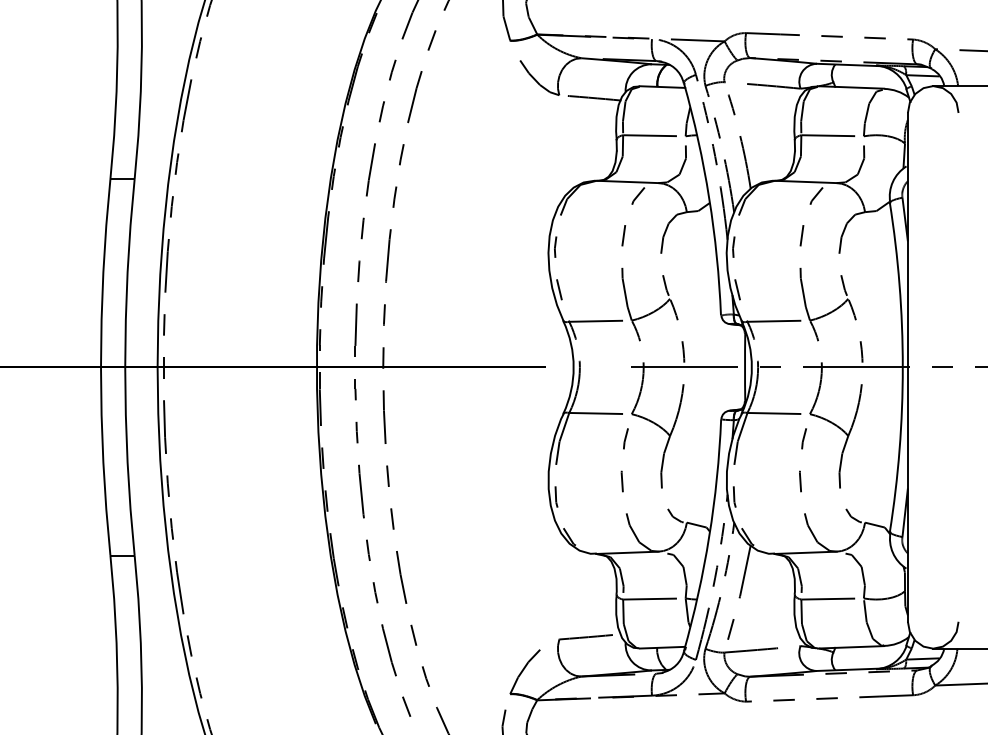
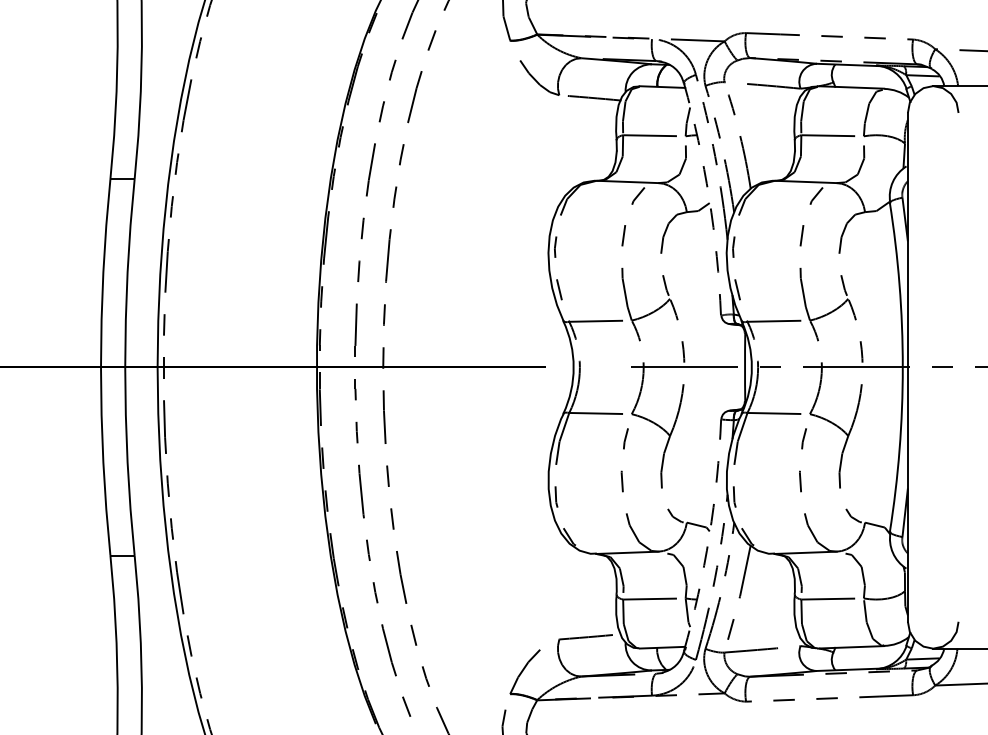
arc at (709, 198): solid -> dashed
arc at (709, 536): solid -> dashed
